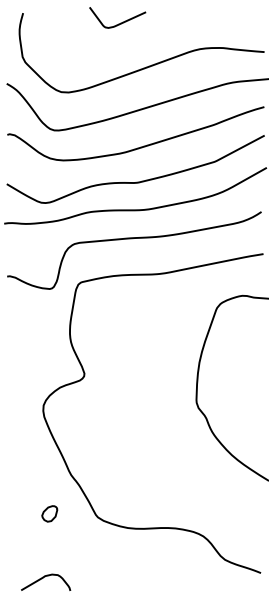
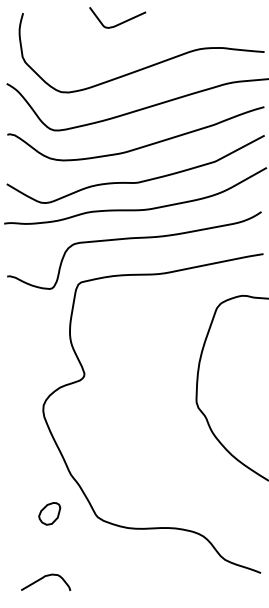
part at (49, 513) size: 18x18 px -> 24x24 px
